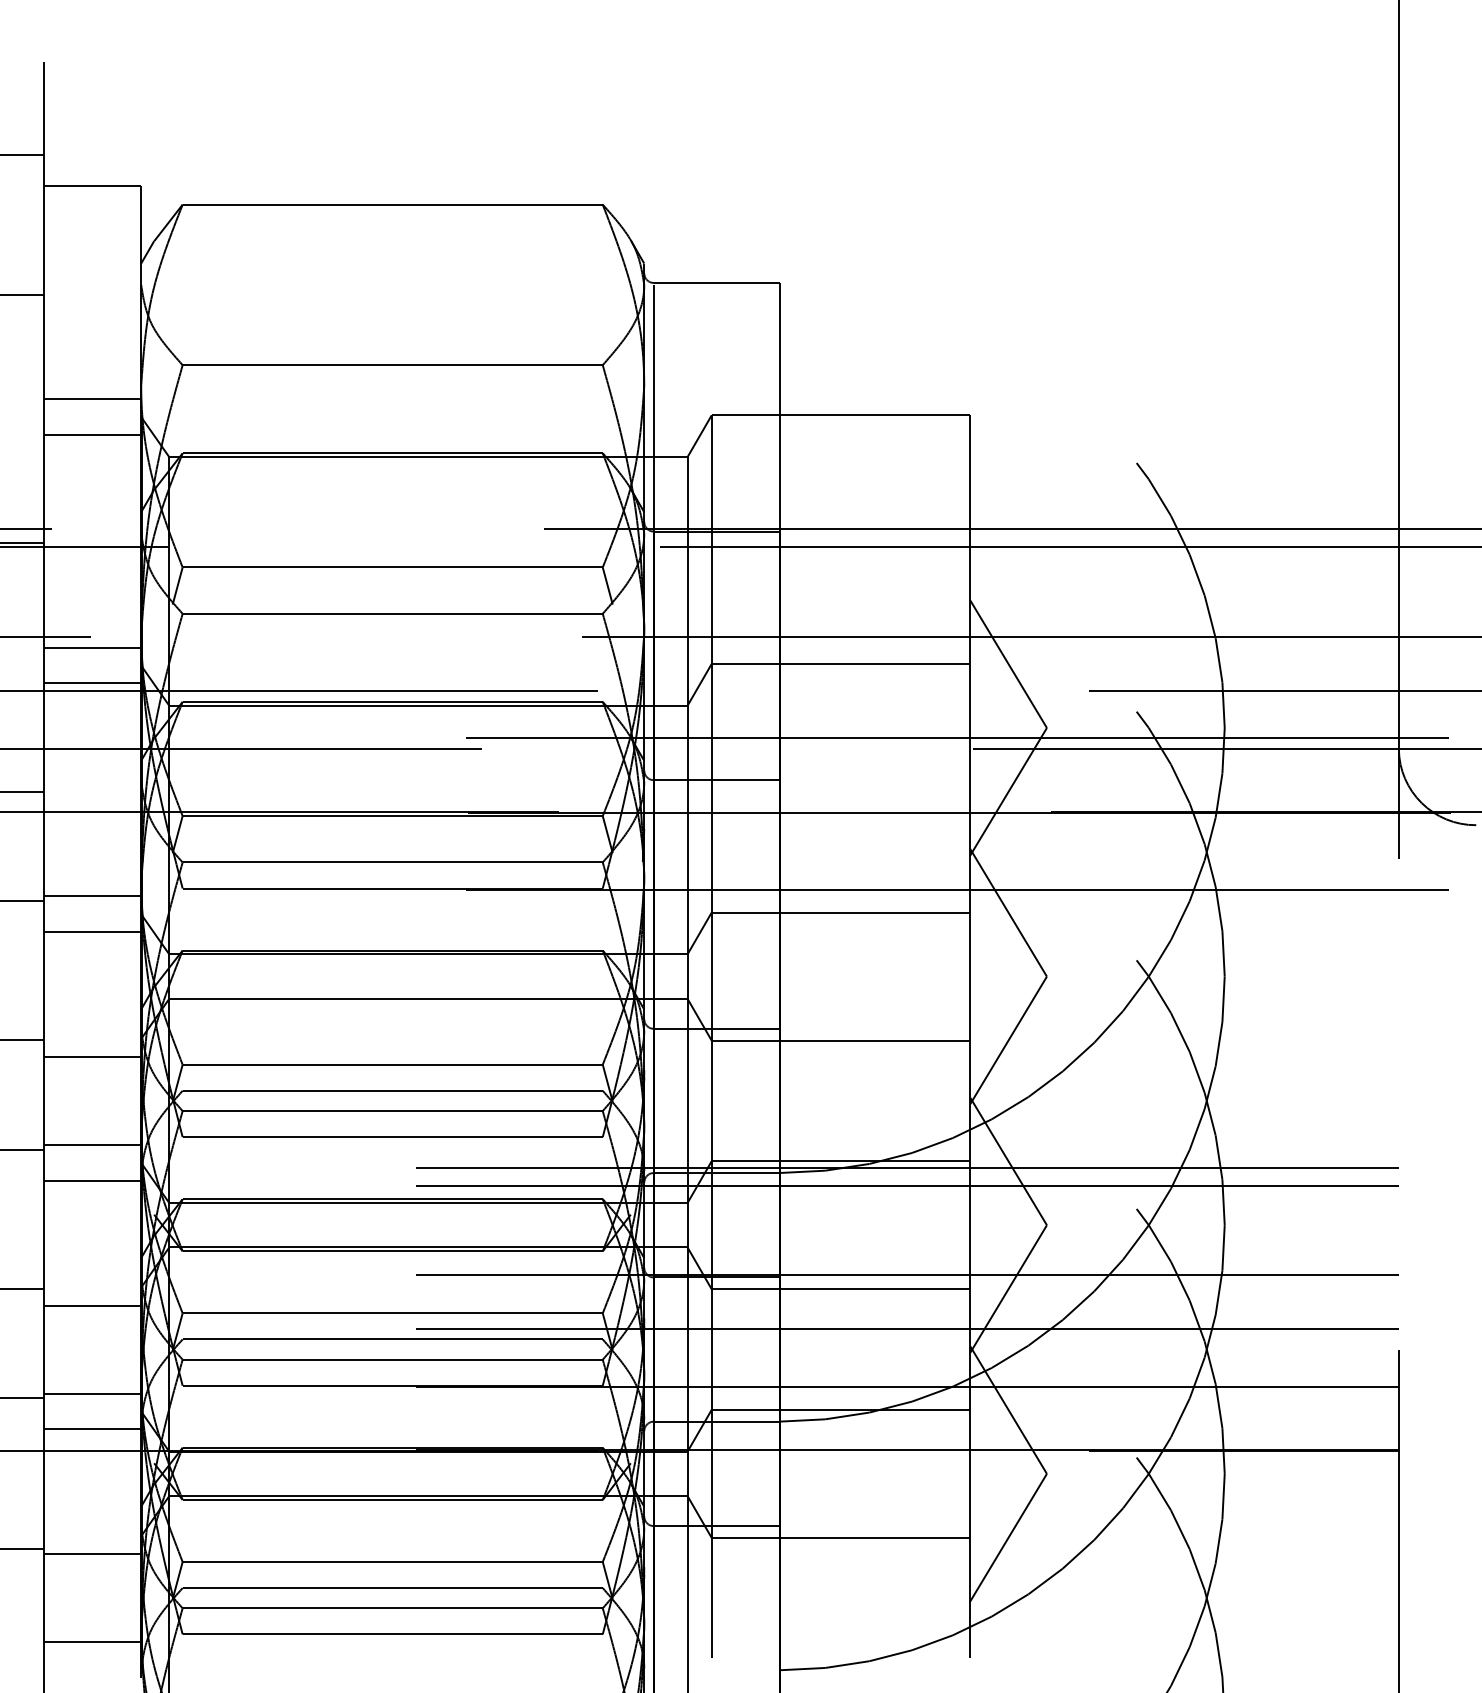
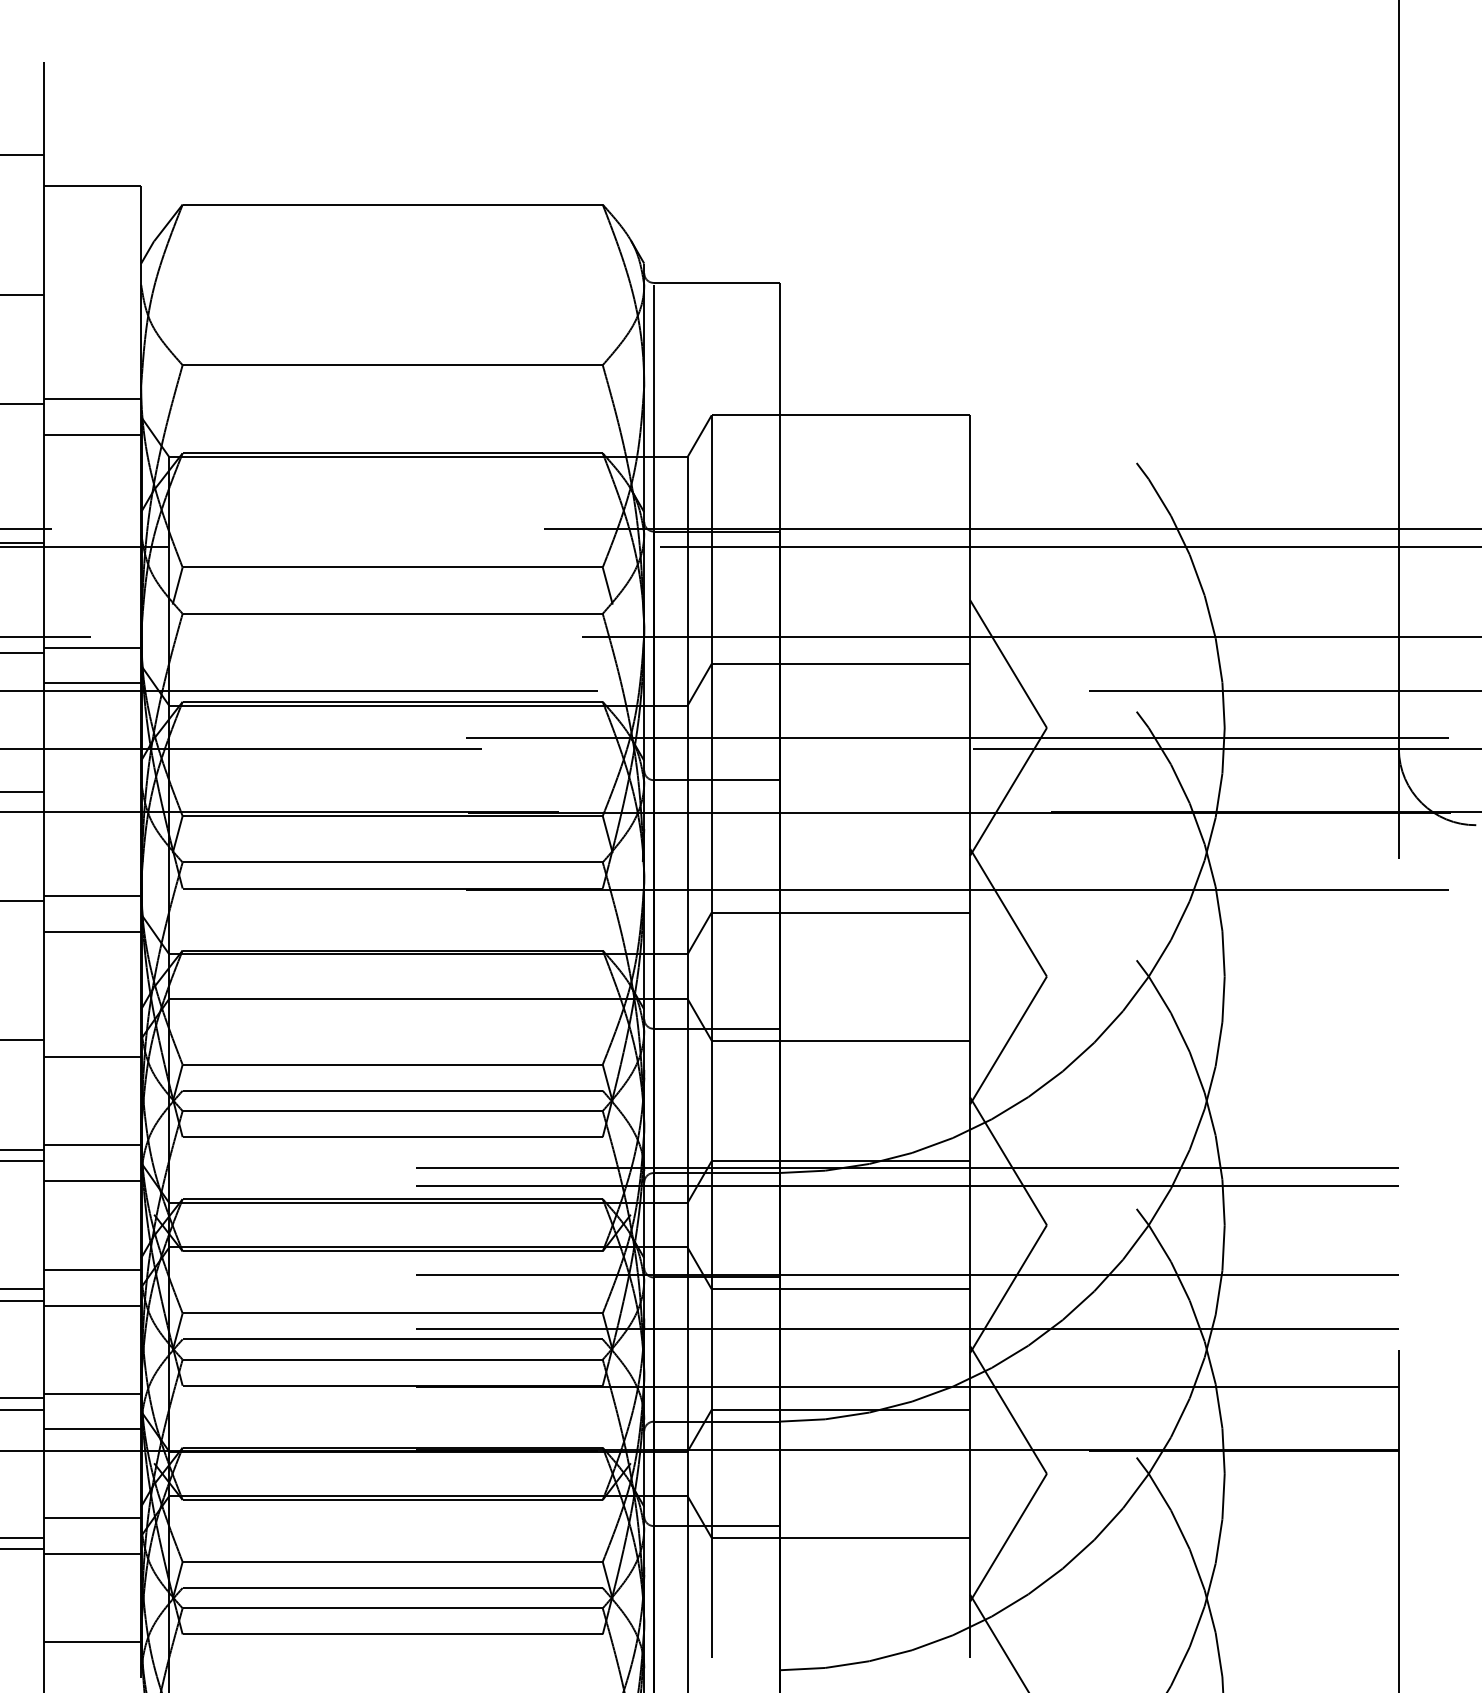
line at (23, 403): none -> present
line at (23, 652): none -> present
line at (23, 1161): none -> present
line at (92, 1269): none -> present
line at (23, 1300): none -> present
line at (23, 1410): none -> present
line at (92, 1518): none -> present
line at (23, 1537): none -> present
line at (998, 1641): none -> present
